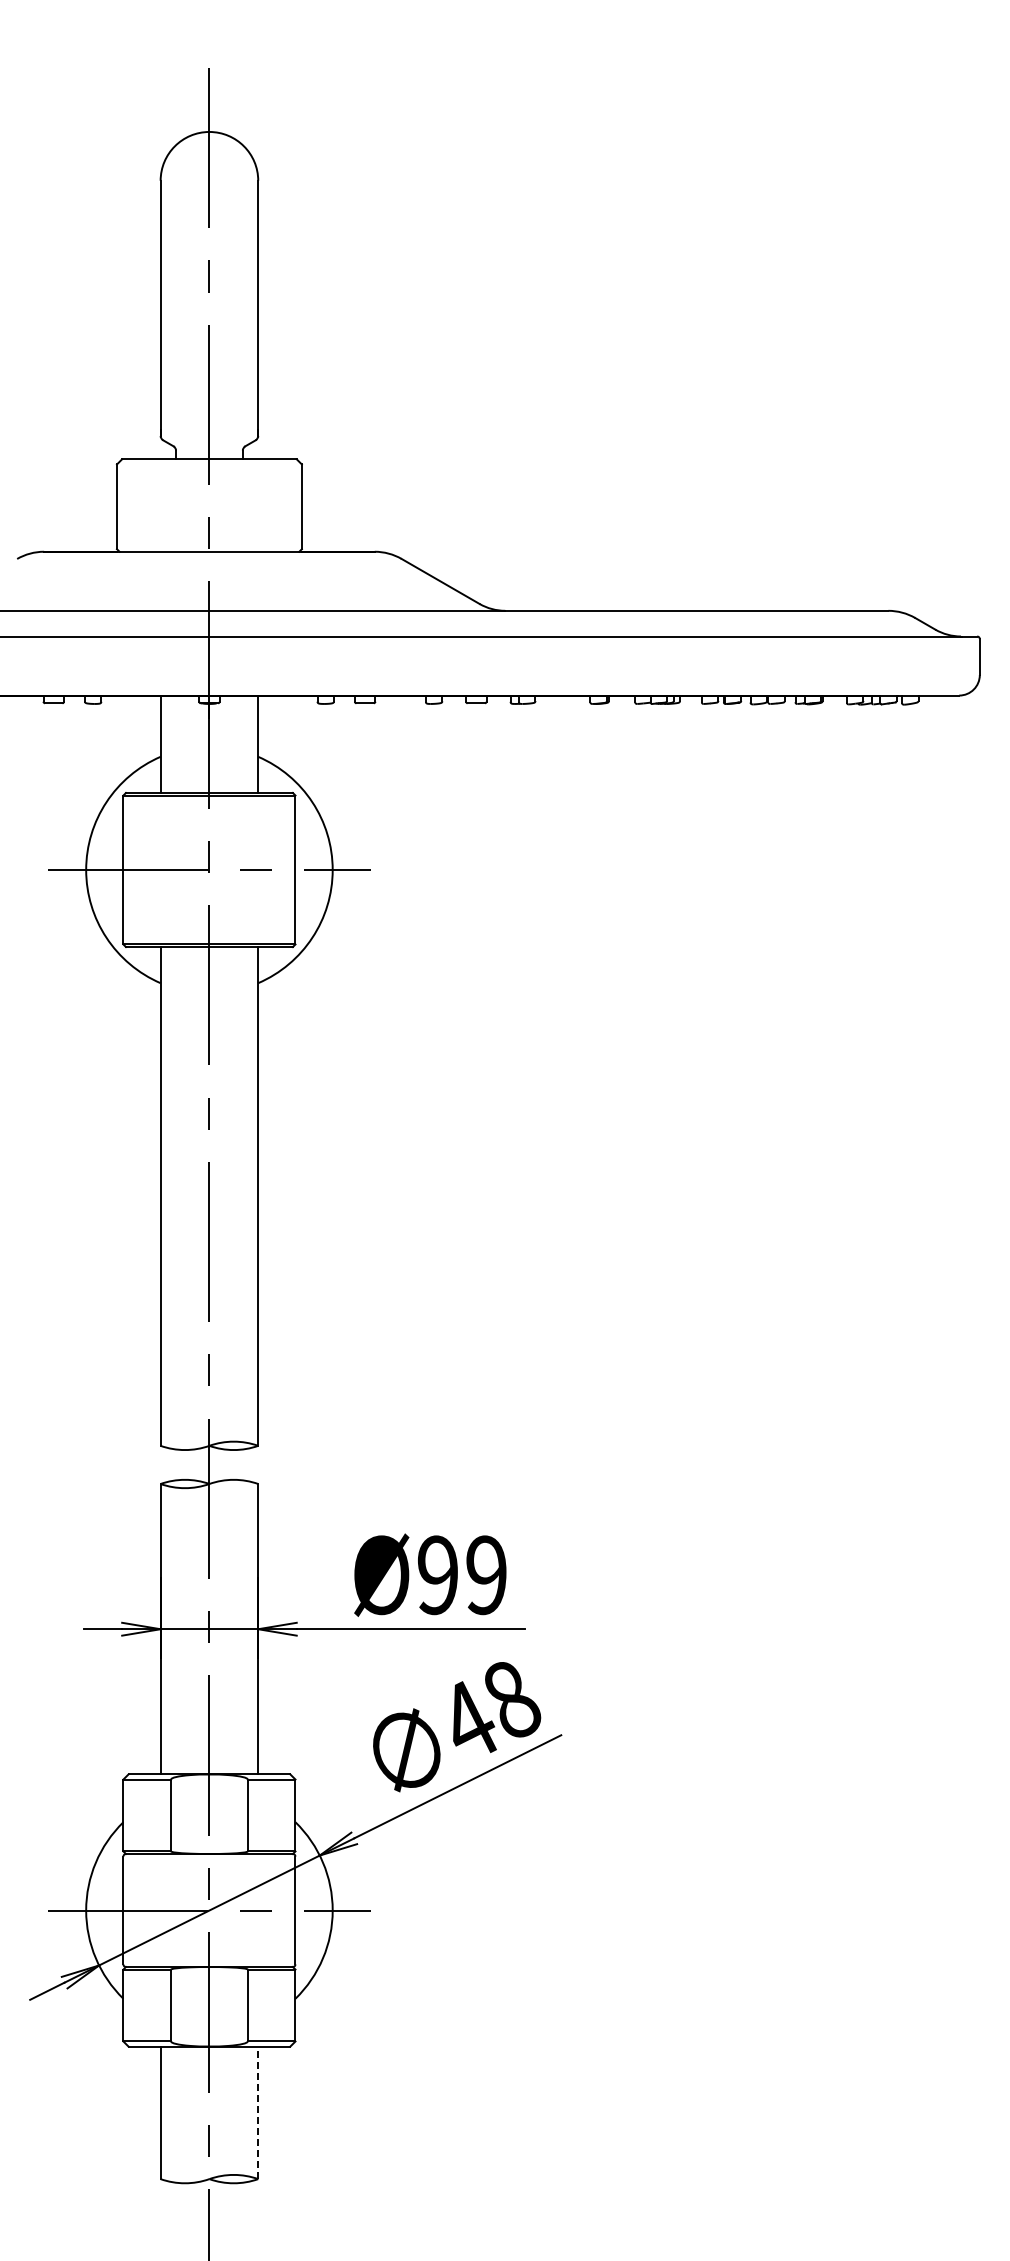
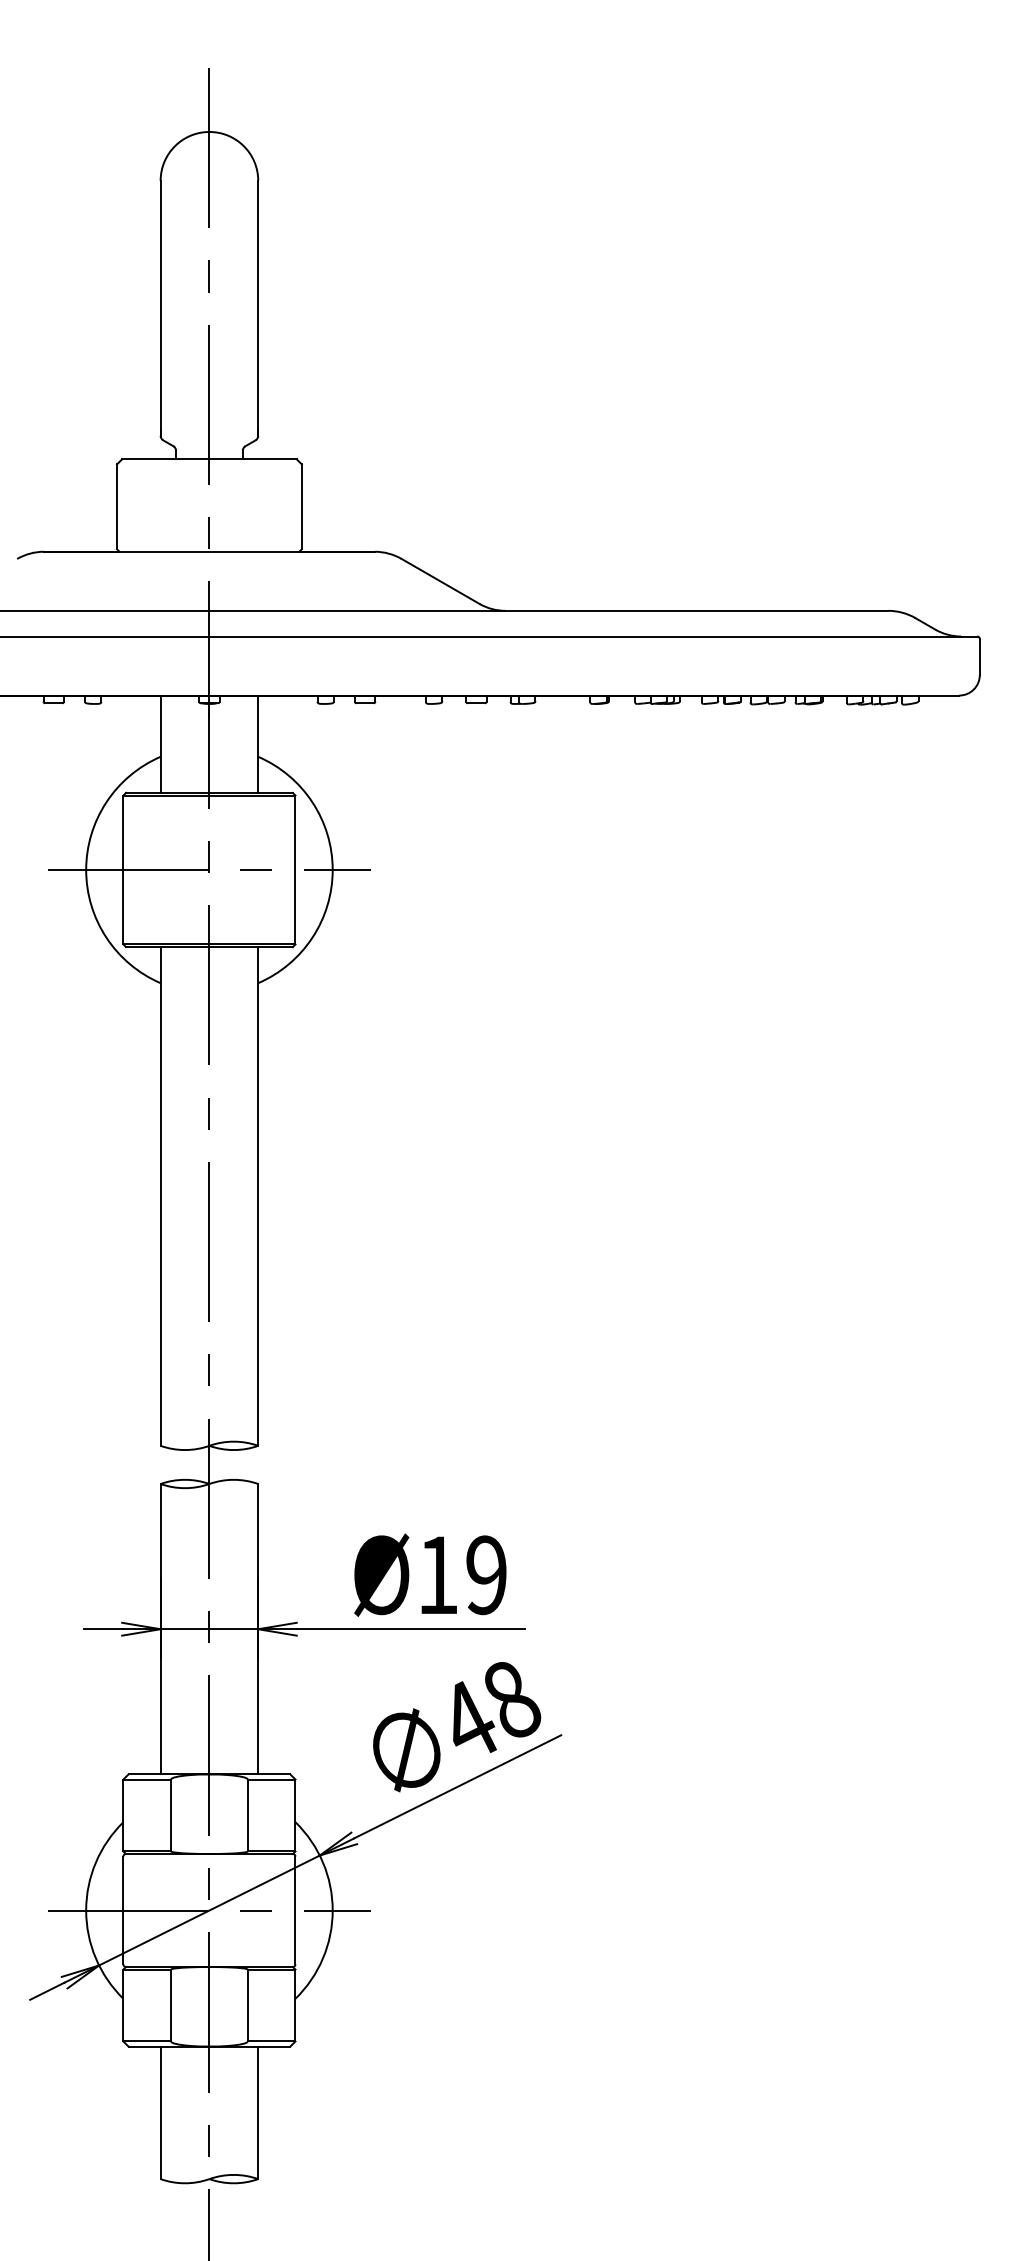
text at (437, 1575): Ø99 -> Ø19
line at (258, 2112): dashed -> solid
